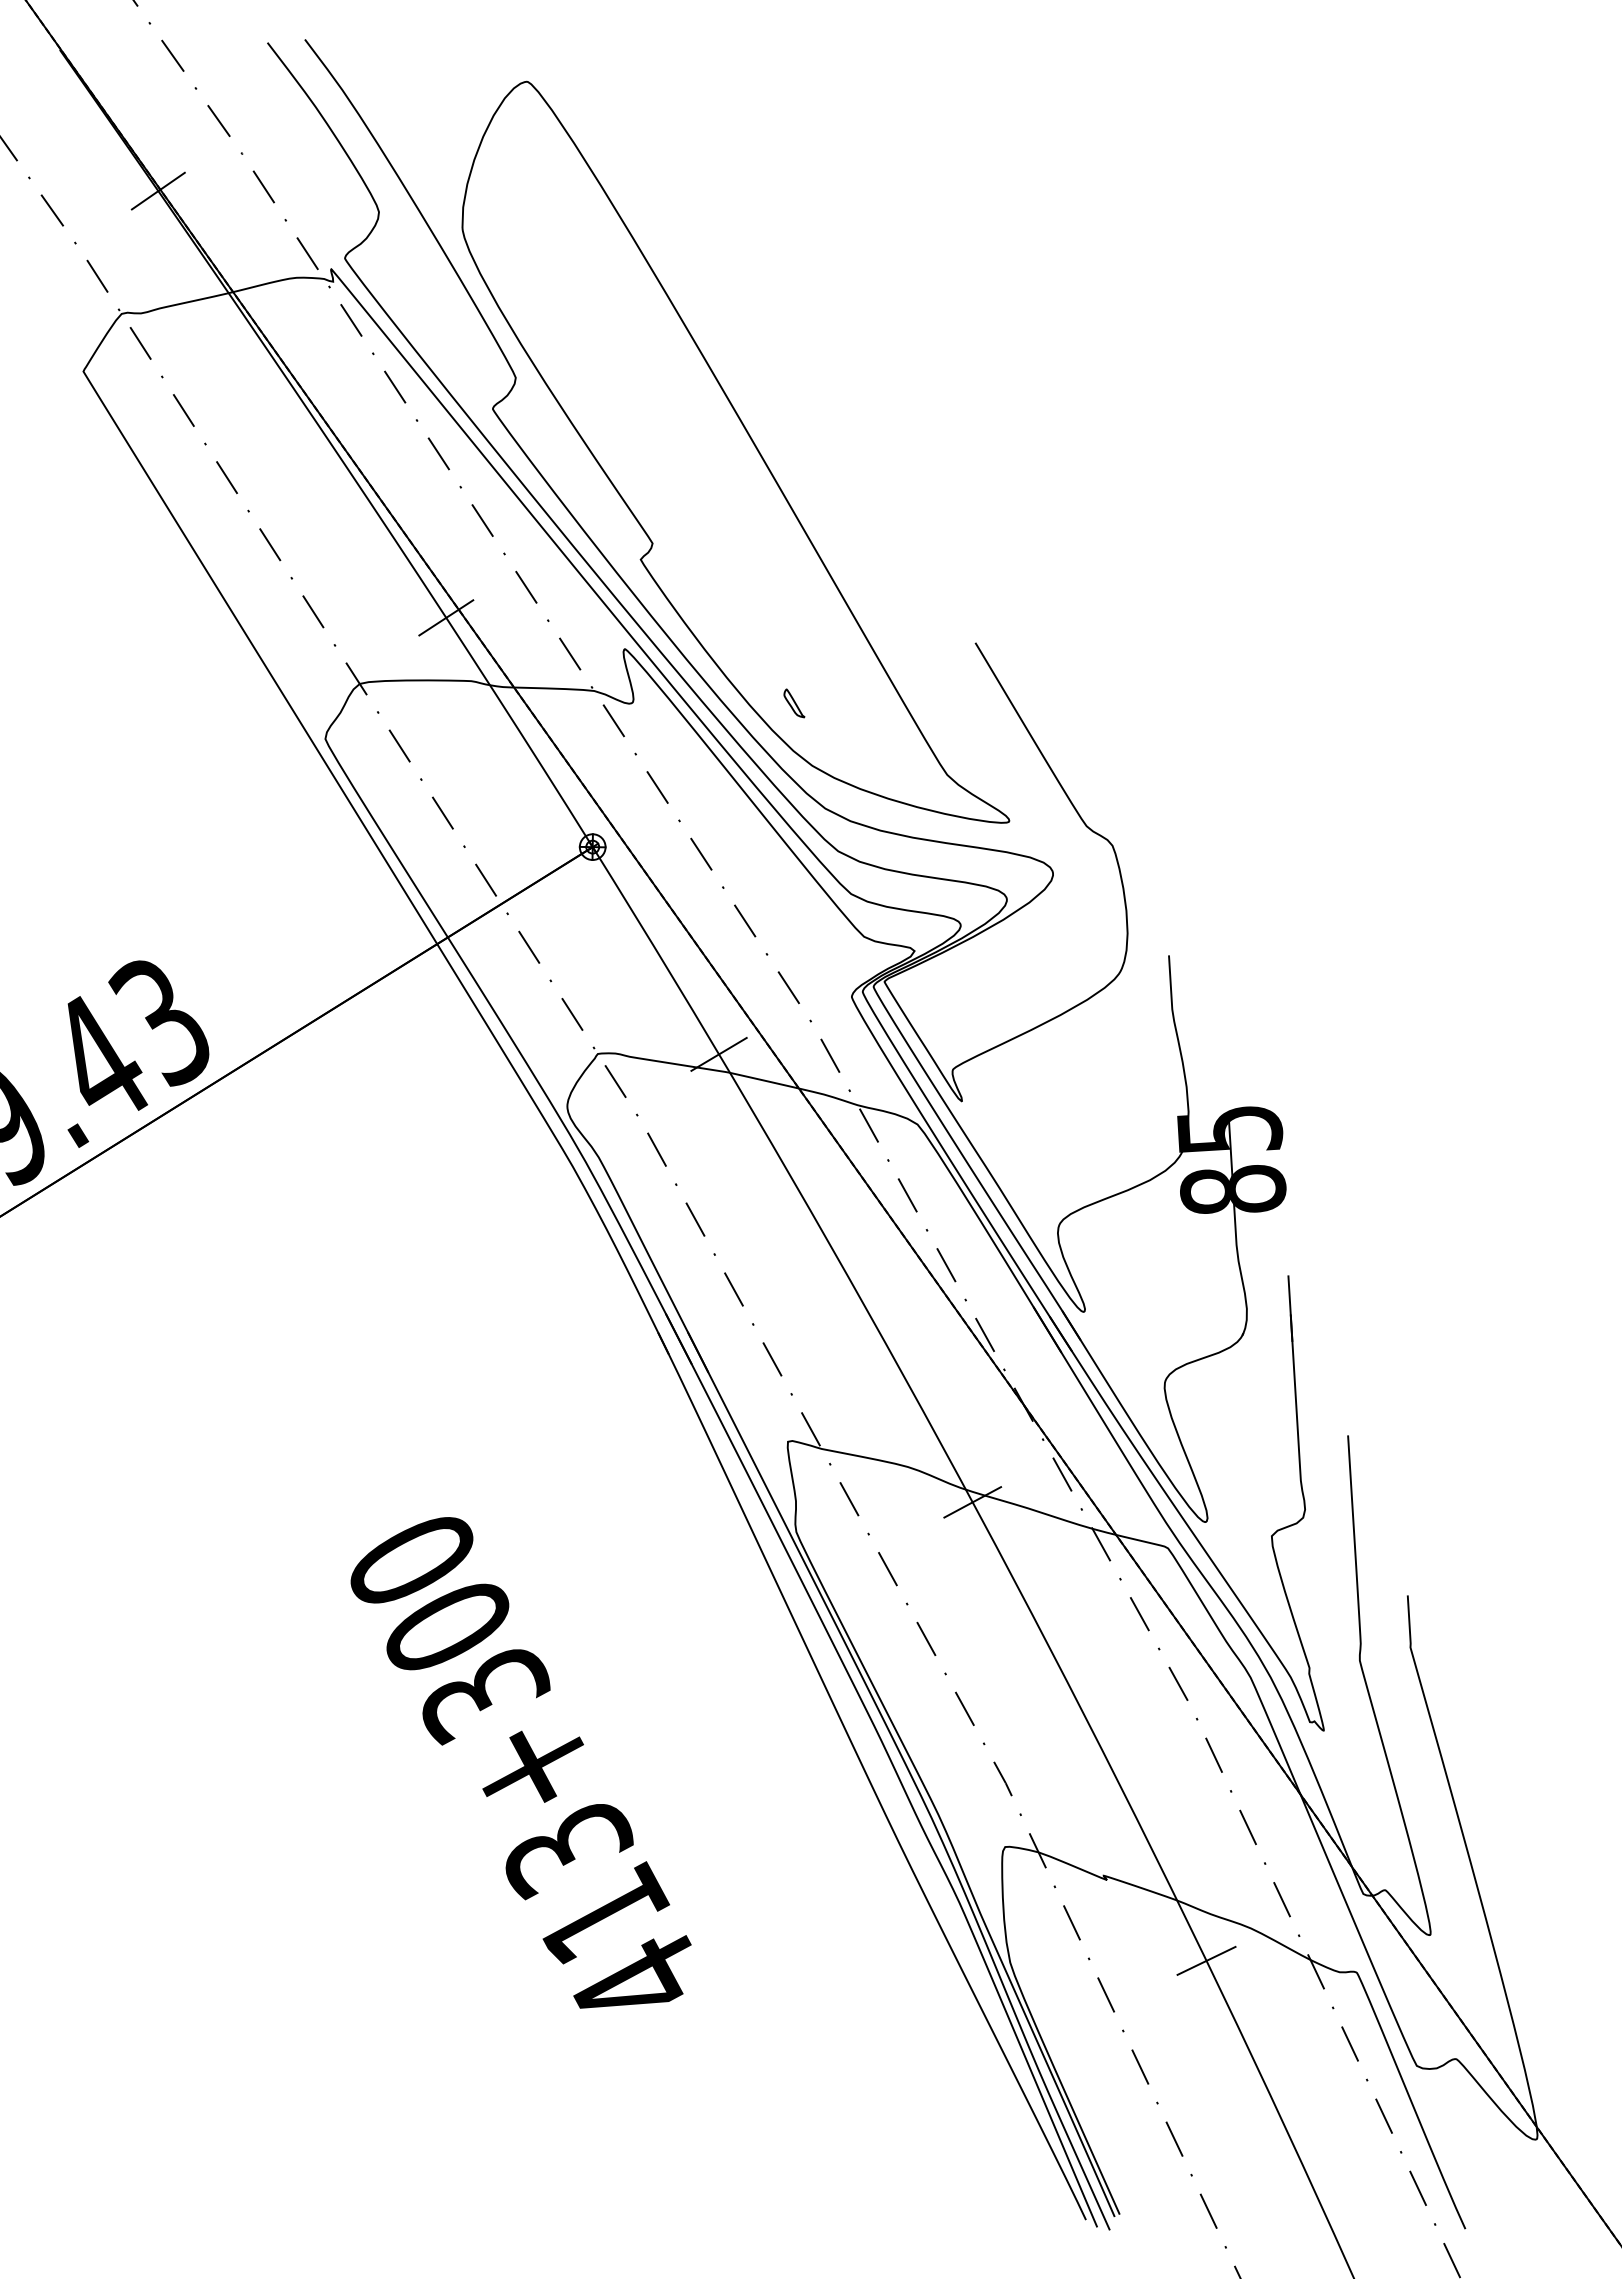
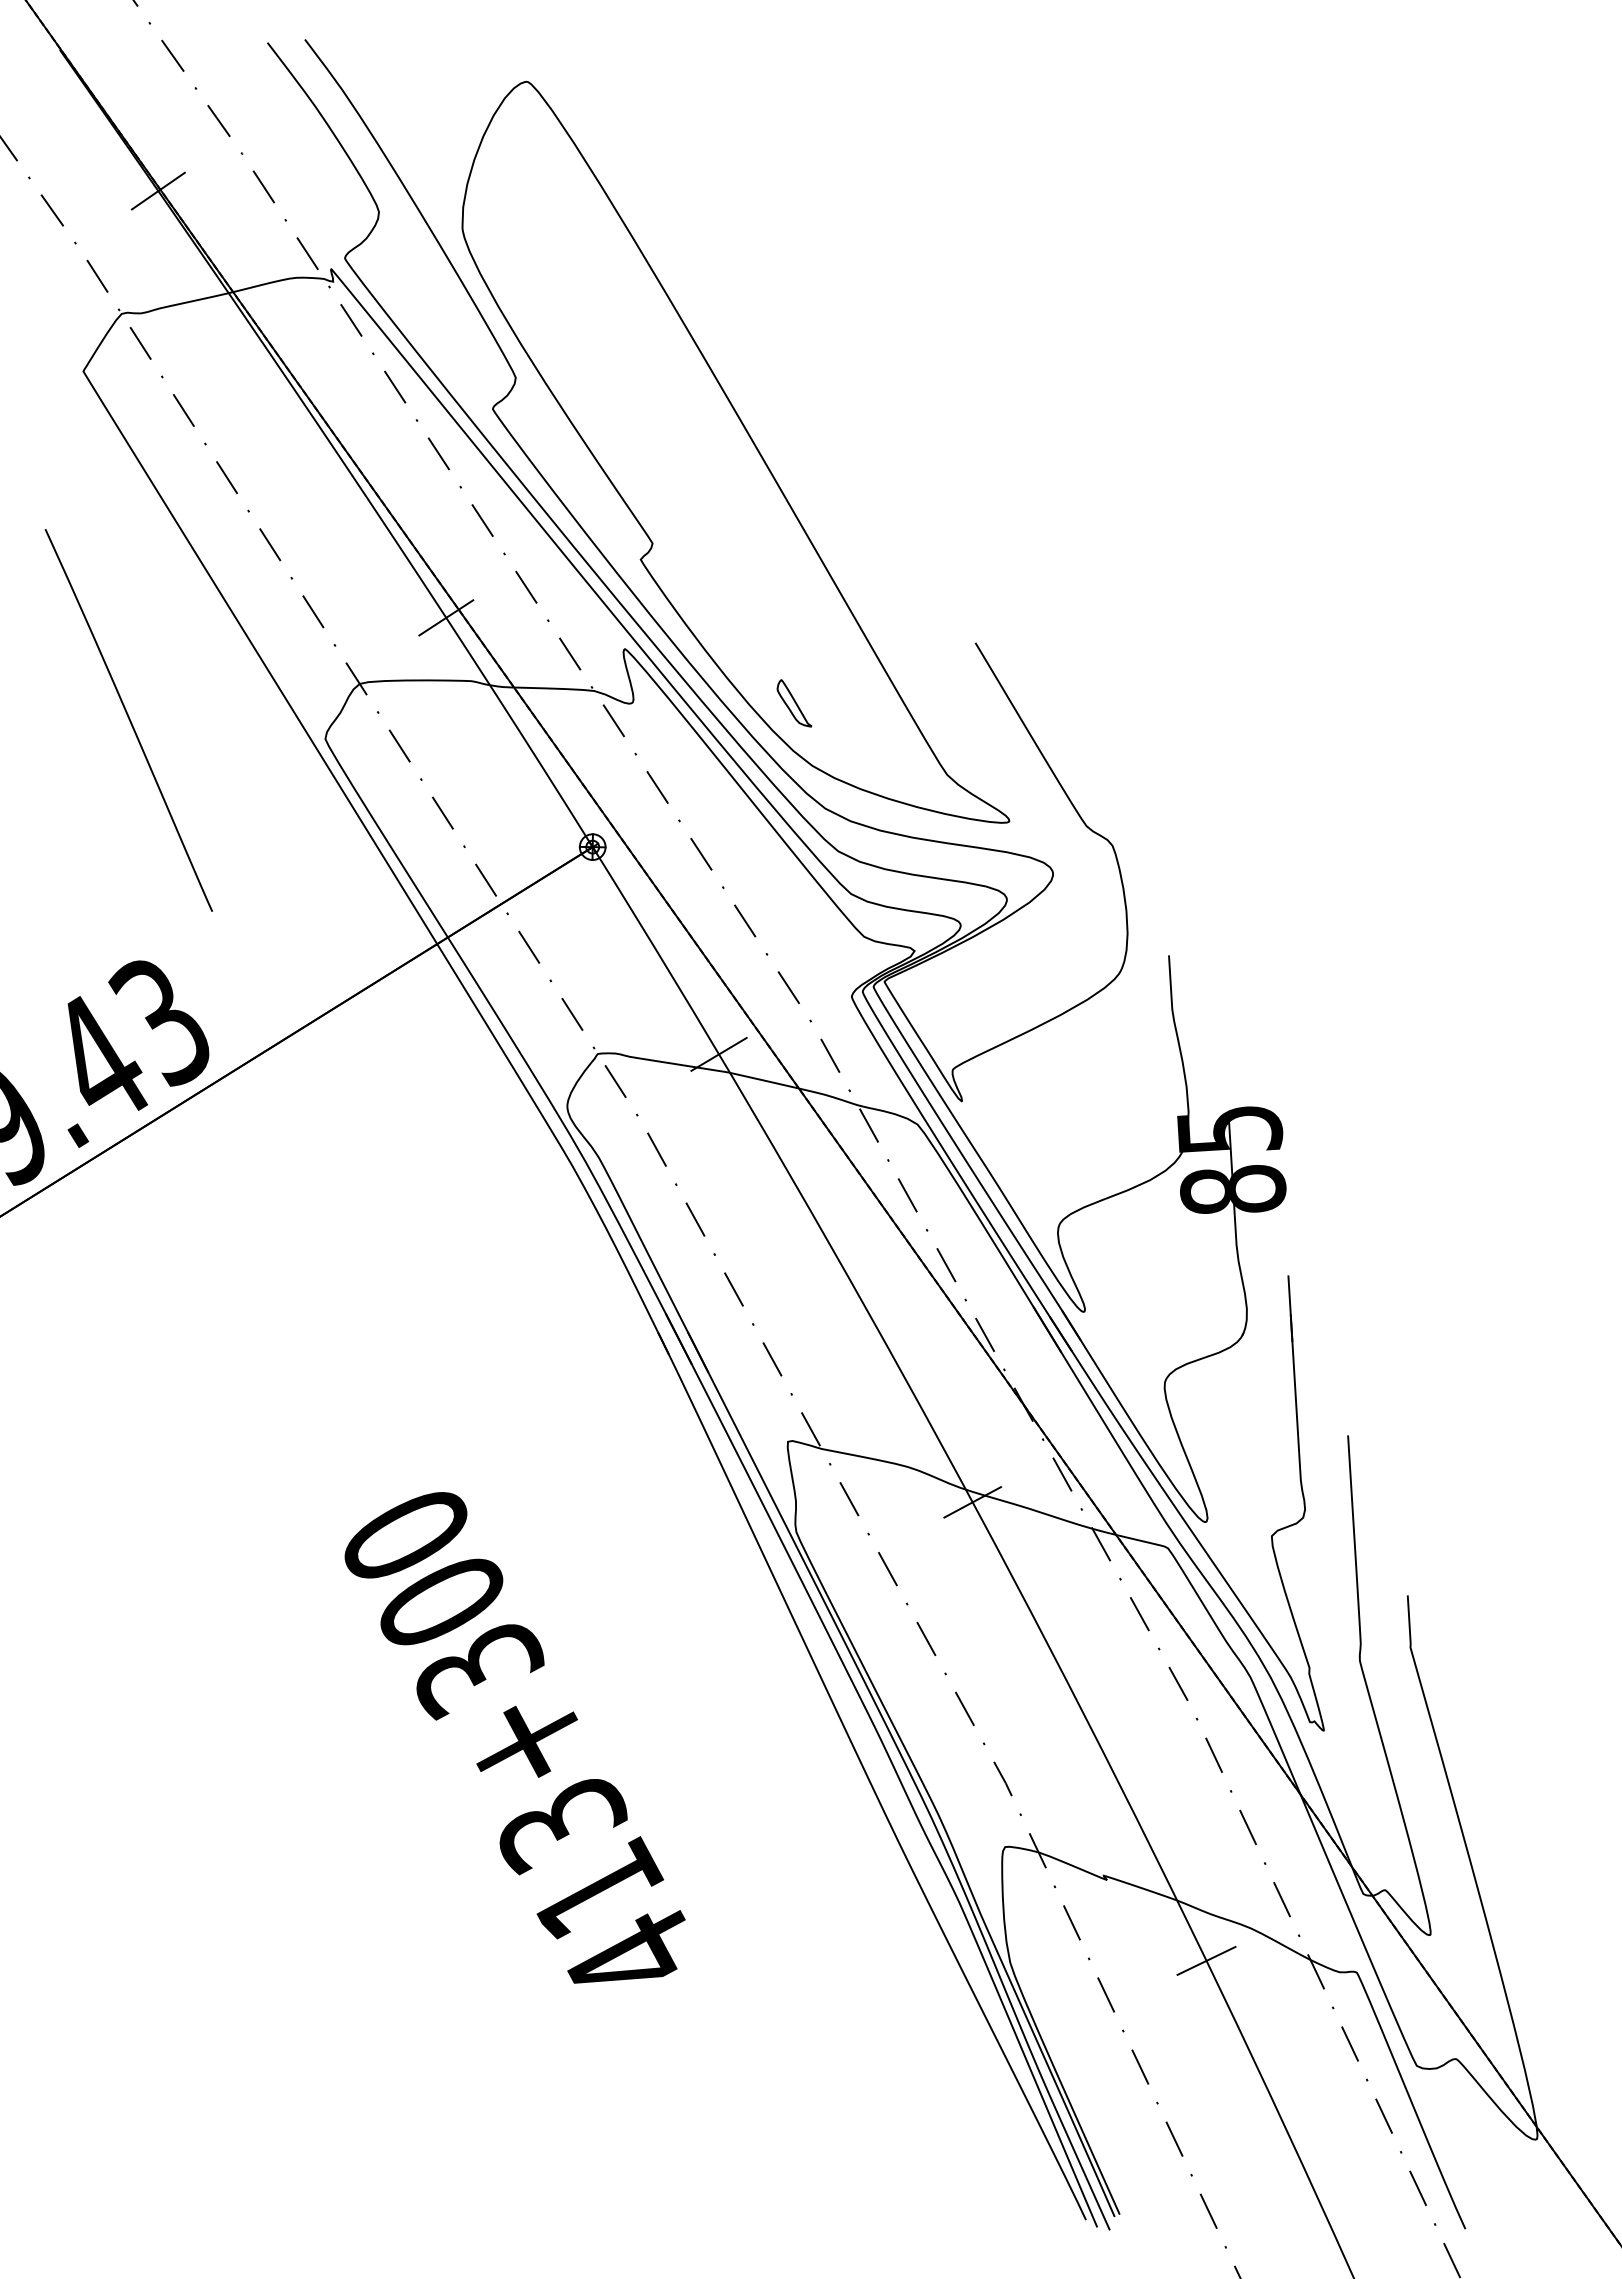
part at (794, 703) size: 23x31 px -> 37x49 px
curve at (128, 719): none -> present
text at (520, 1762) position: (520, 1762) -> (514, 1737)
